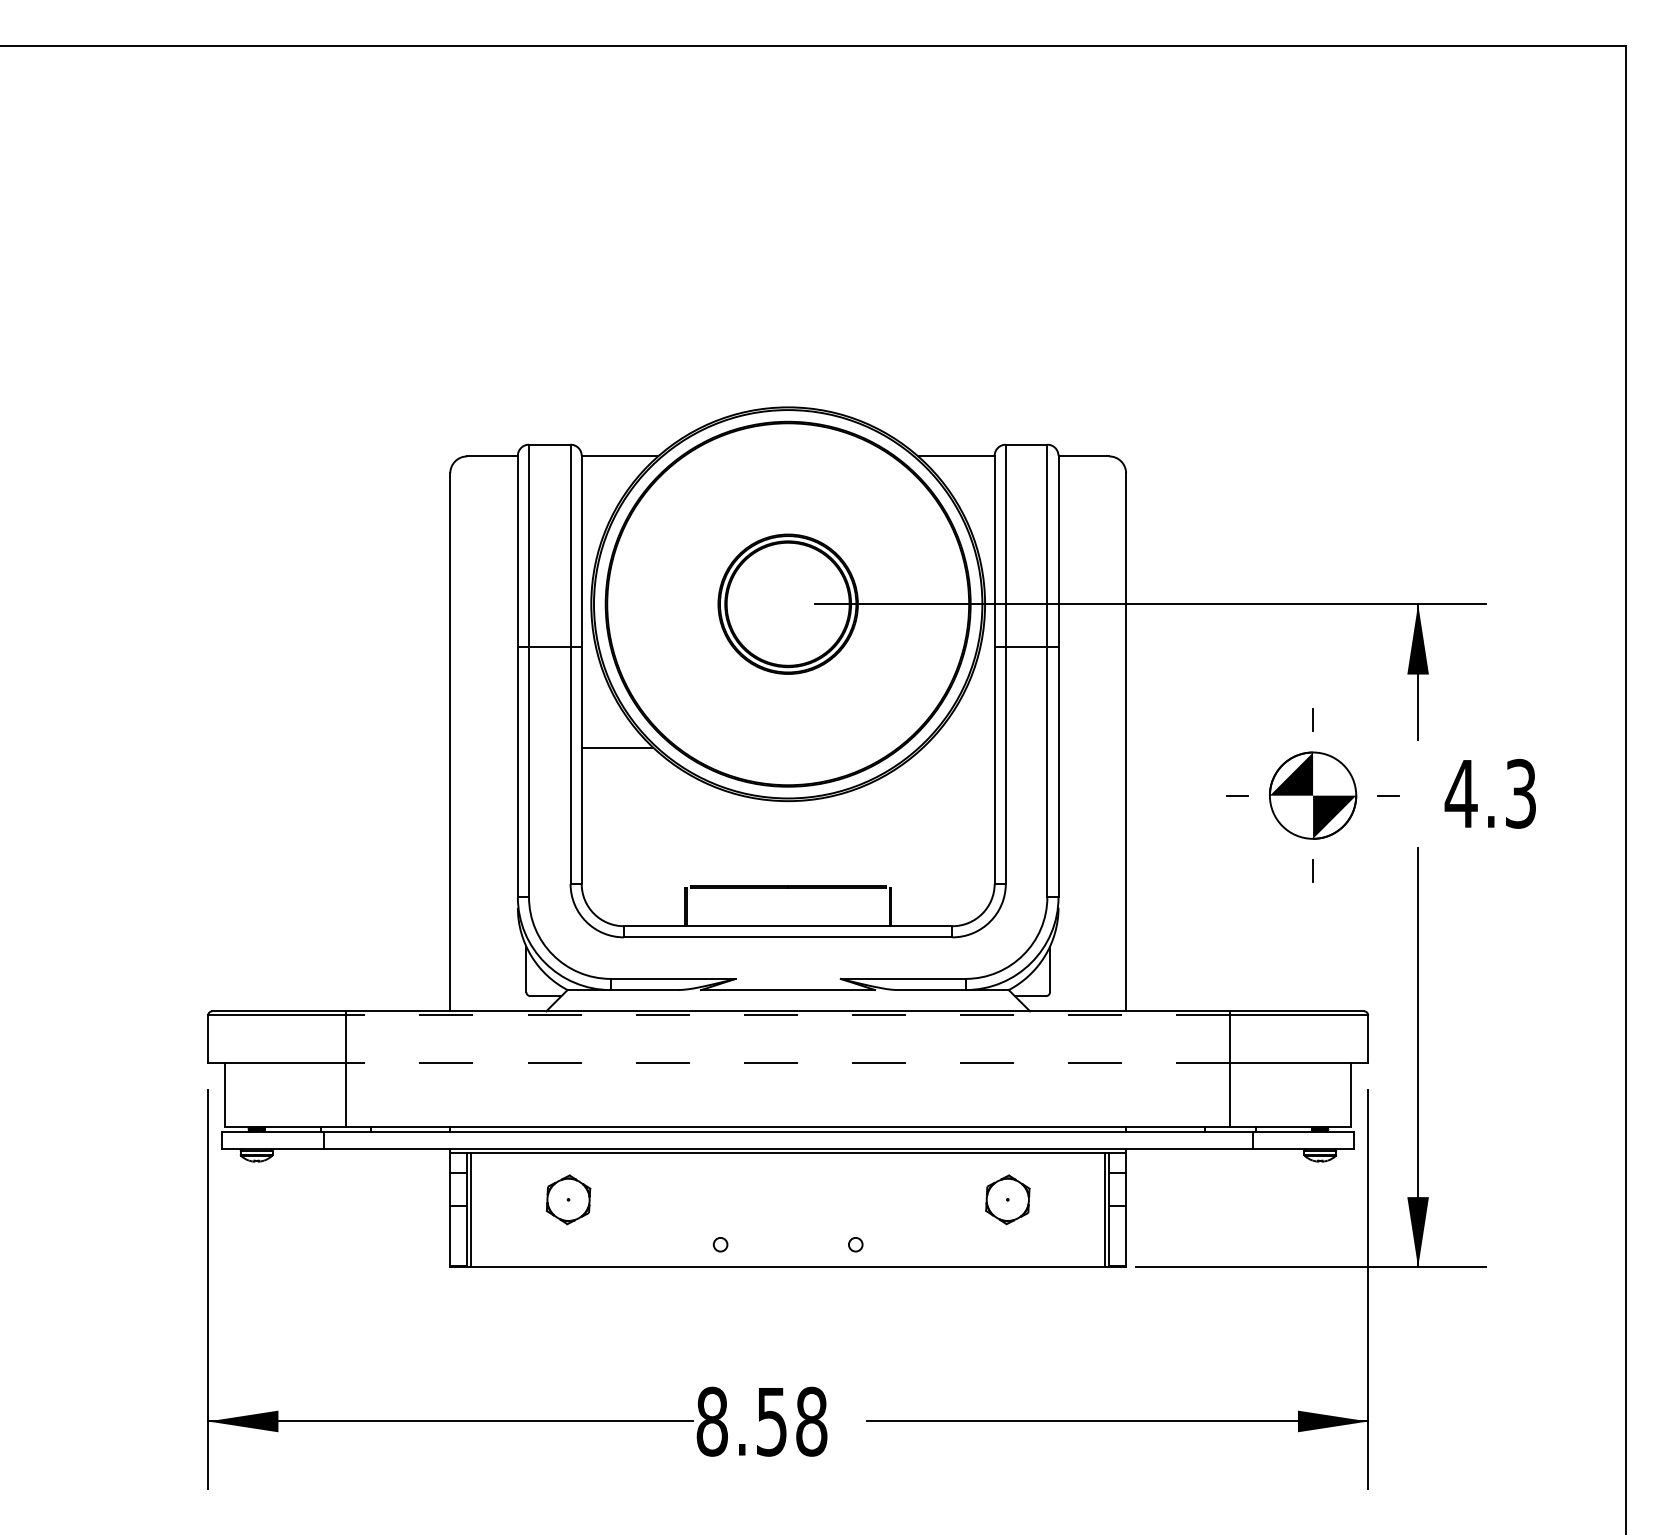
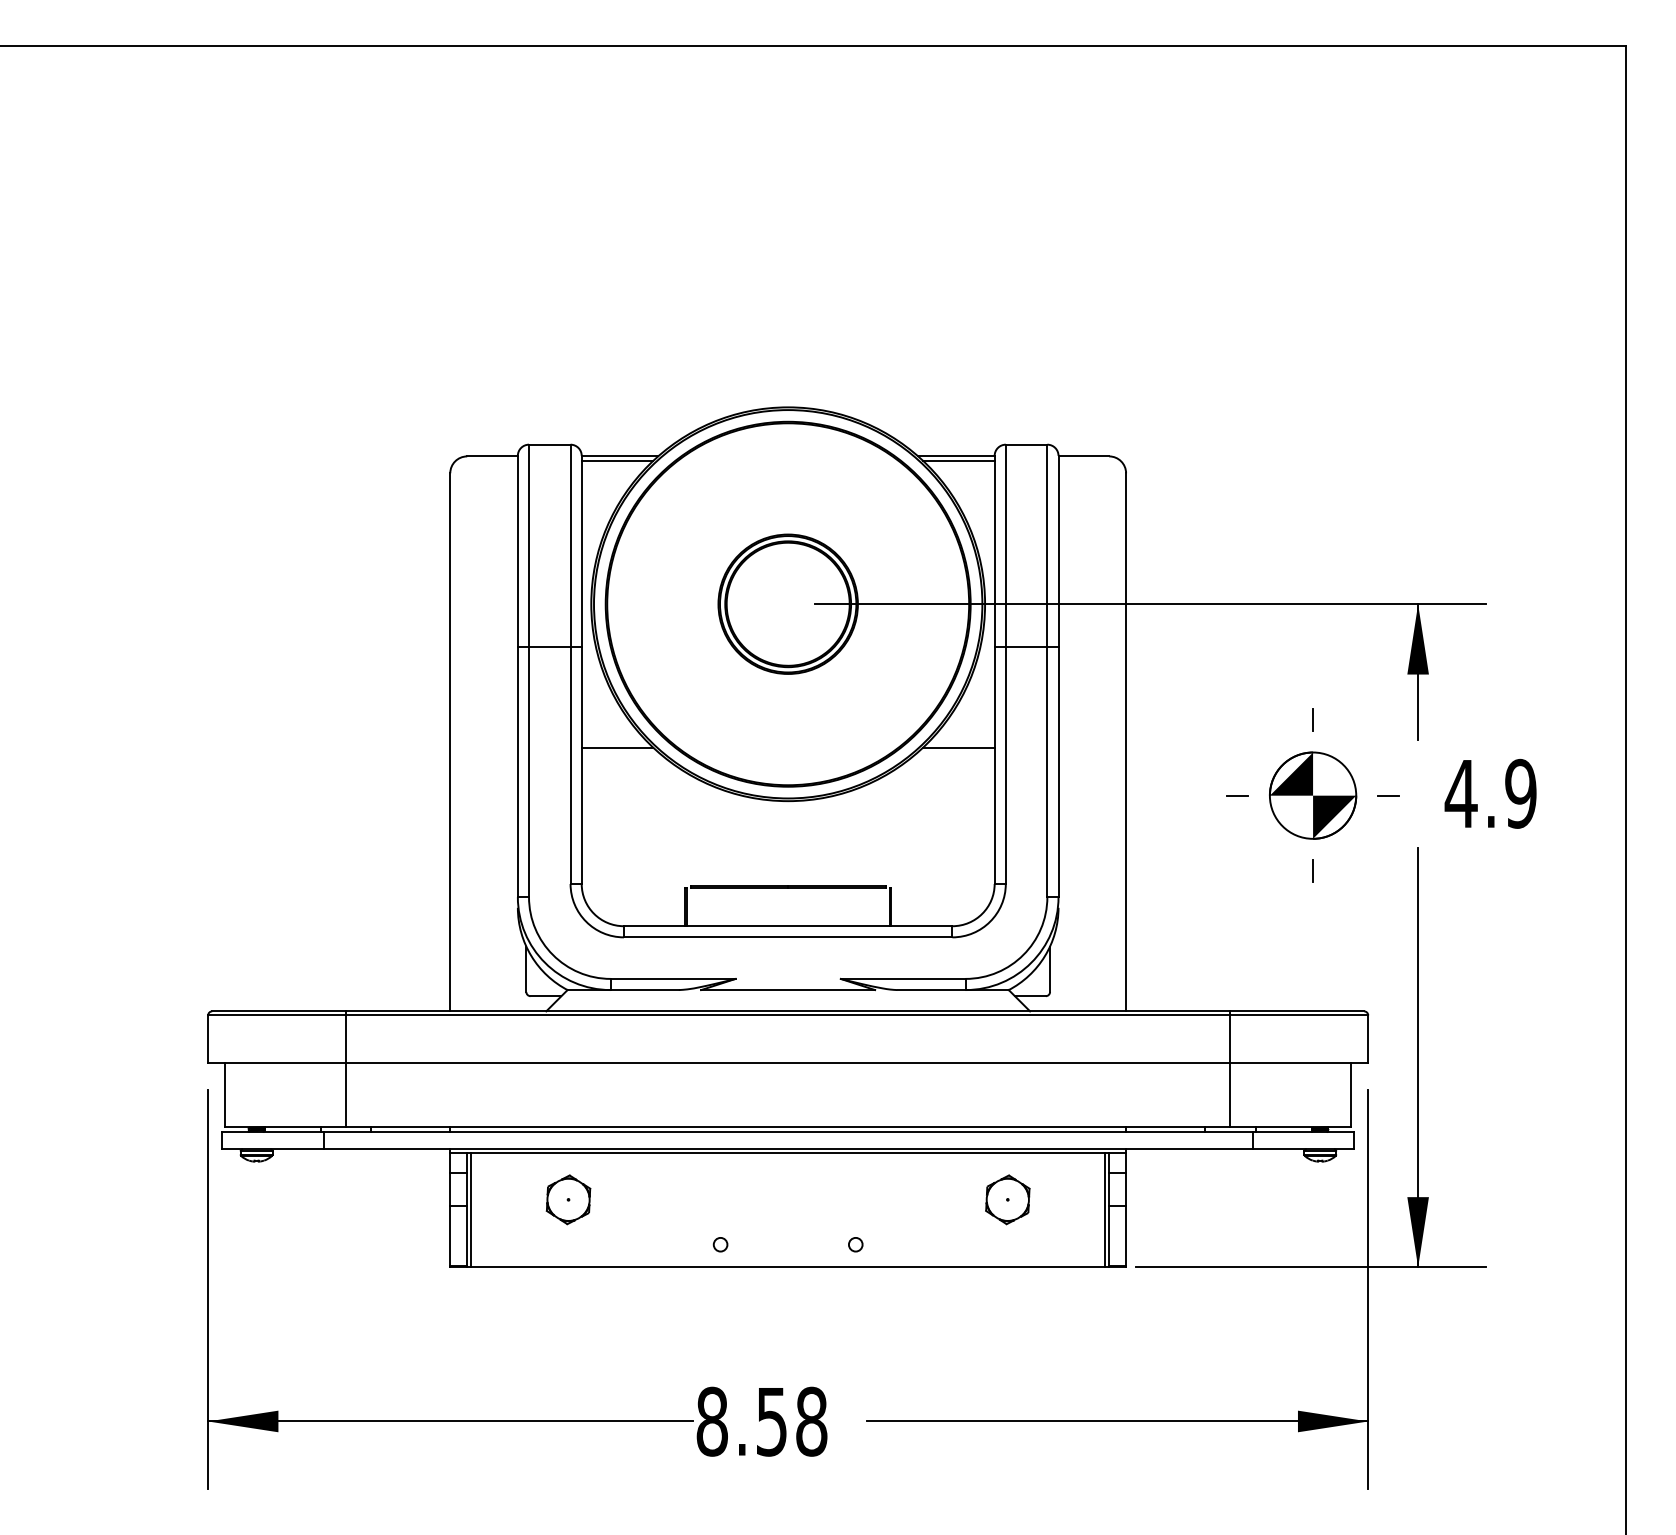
line at (617, 460): none -> present
line at (958, 460): none -> present
line at (958, 747): none -> present
text at (1520, 793): 4.3 -> 4.9
line at (787, 1015): dashed -> solid
line at (787, 1062): dashed -> solid
